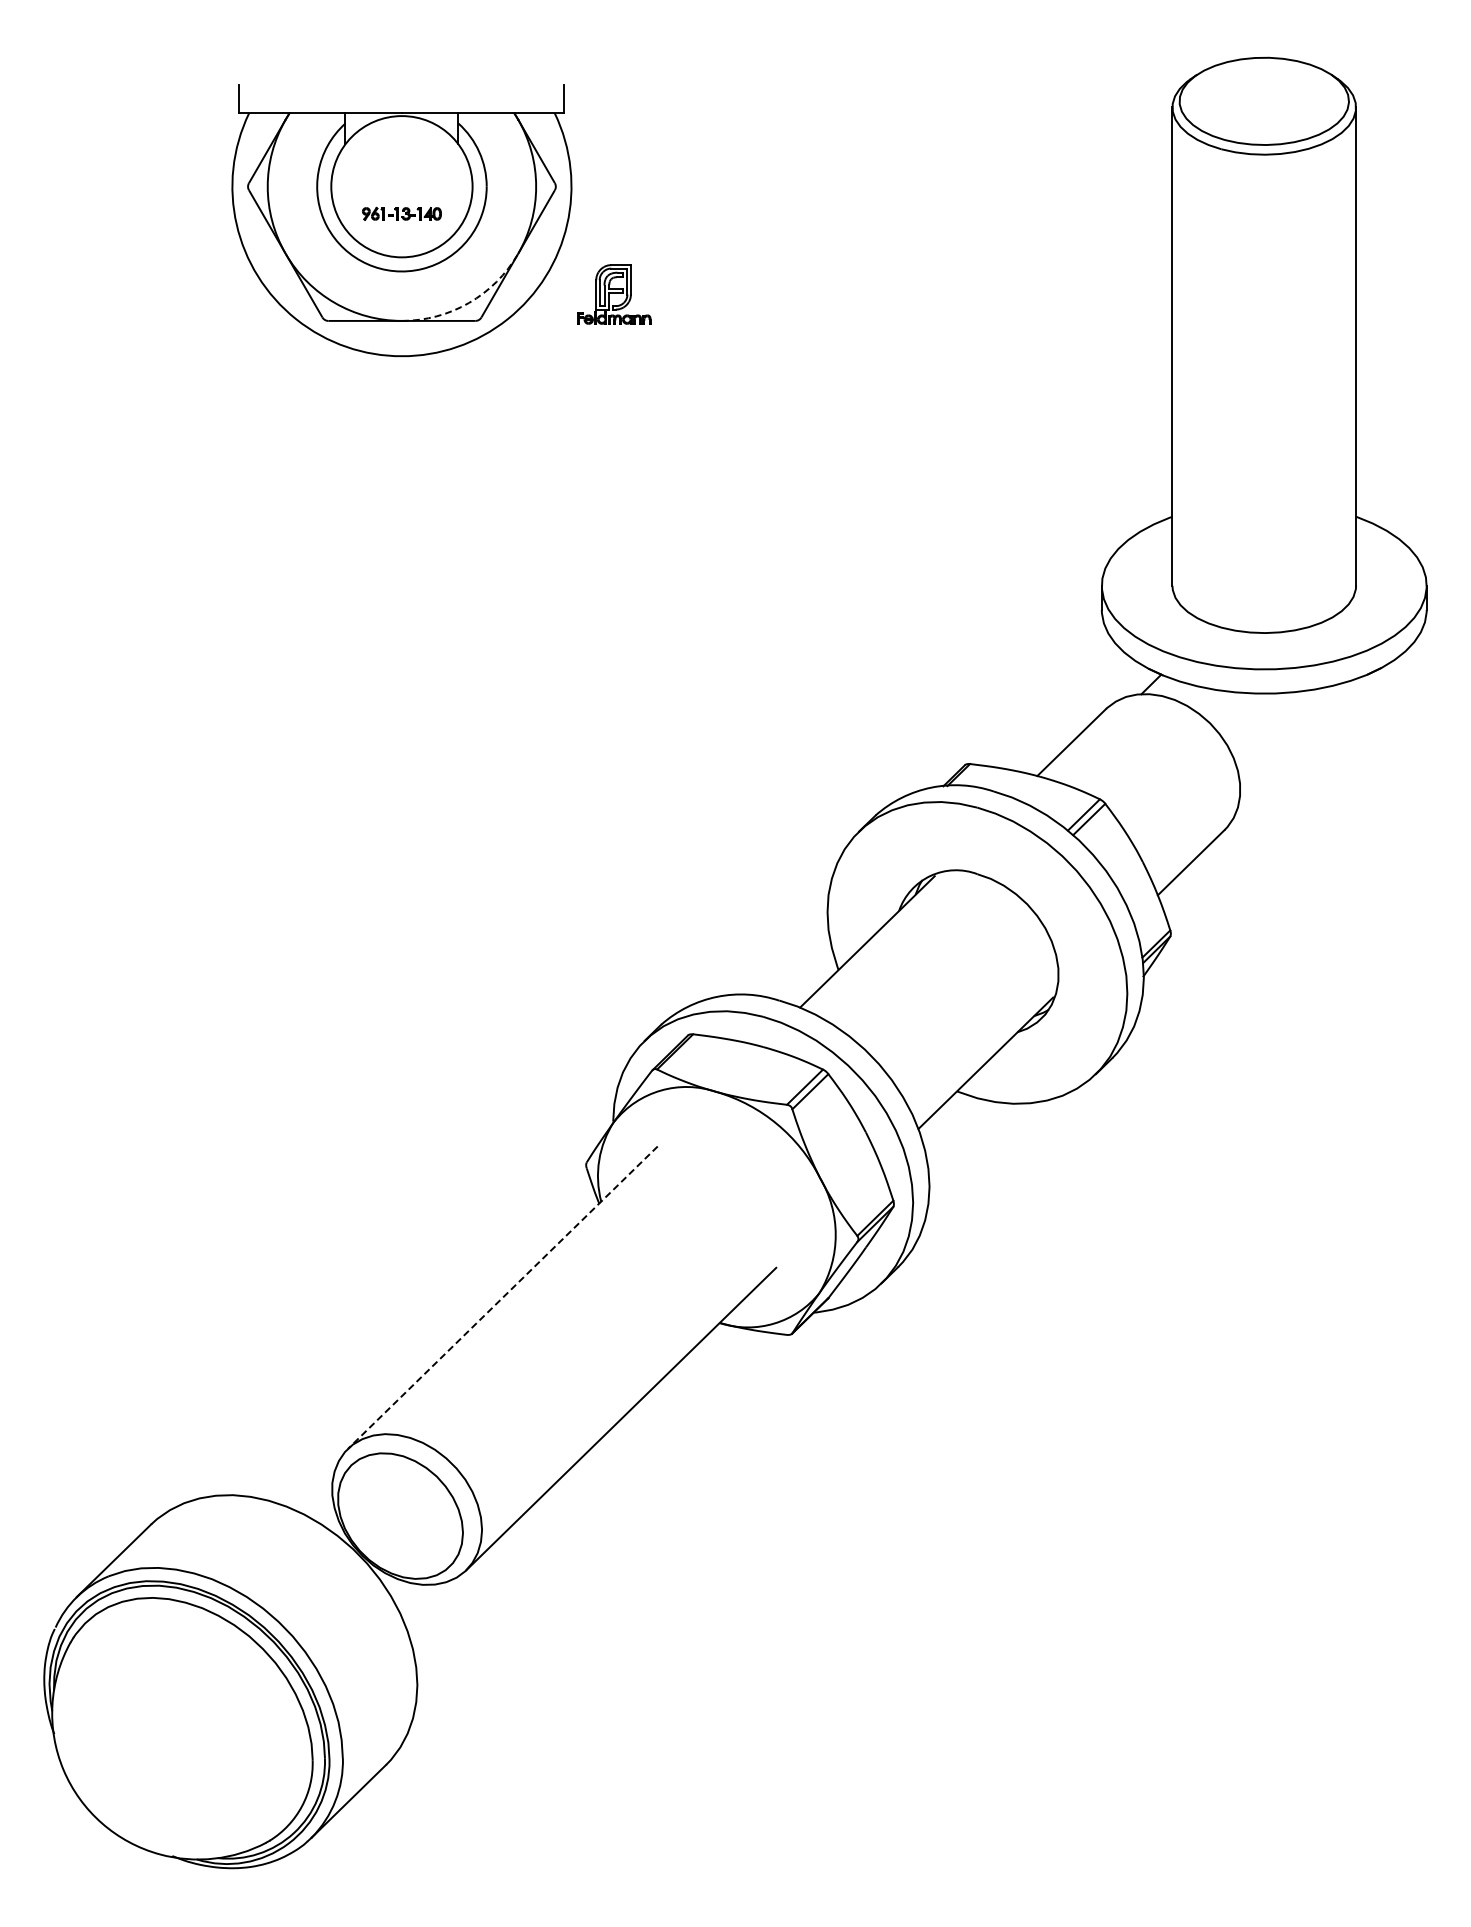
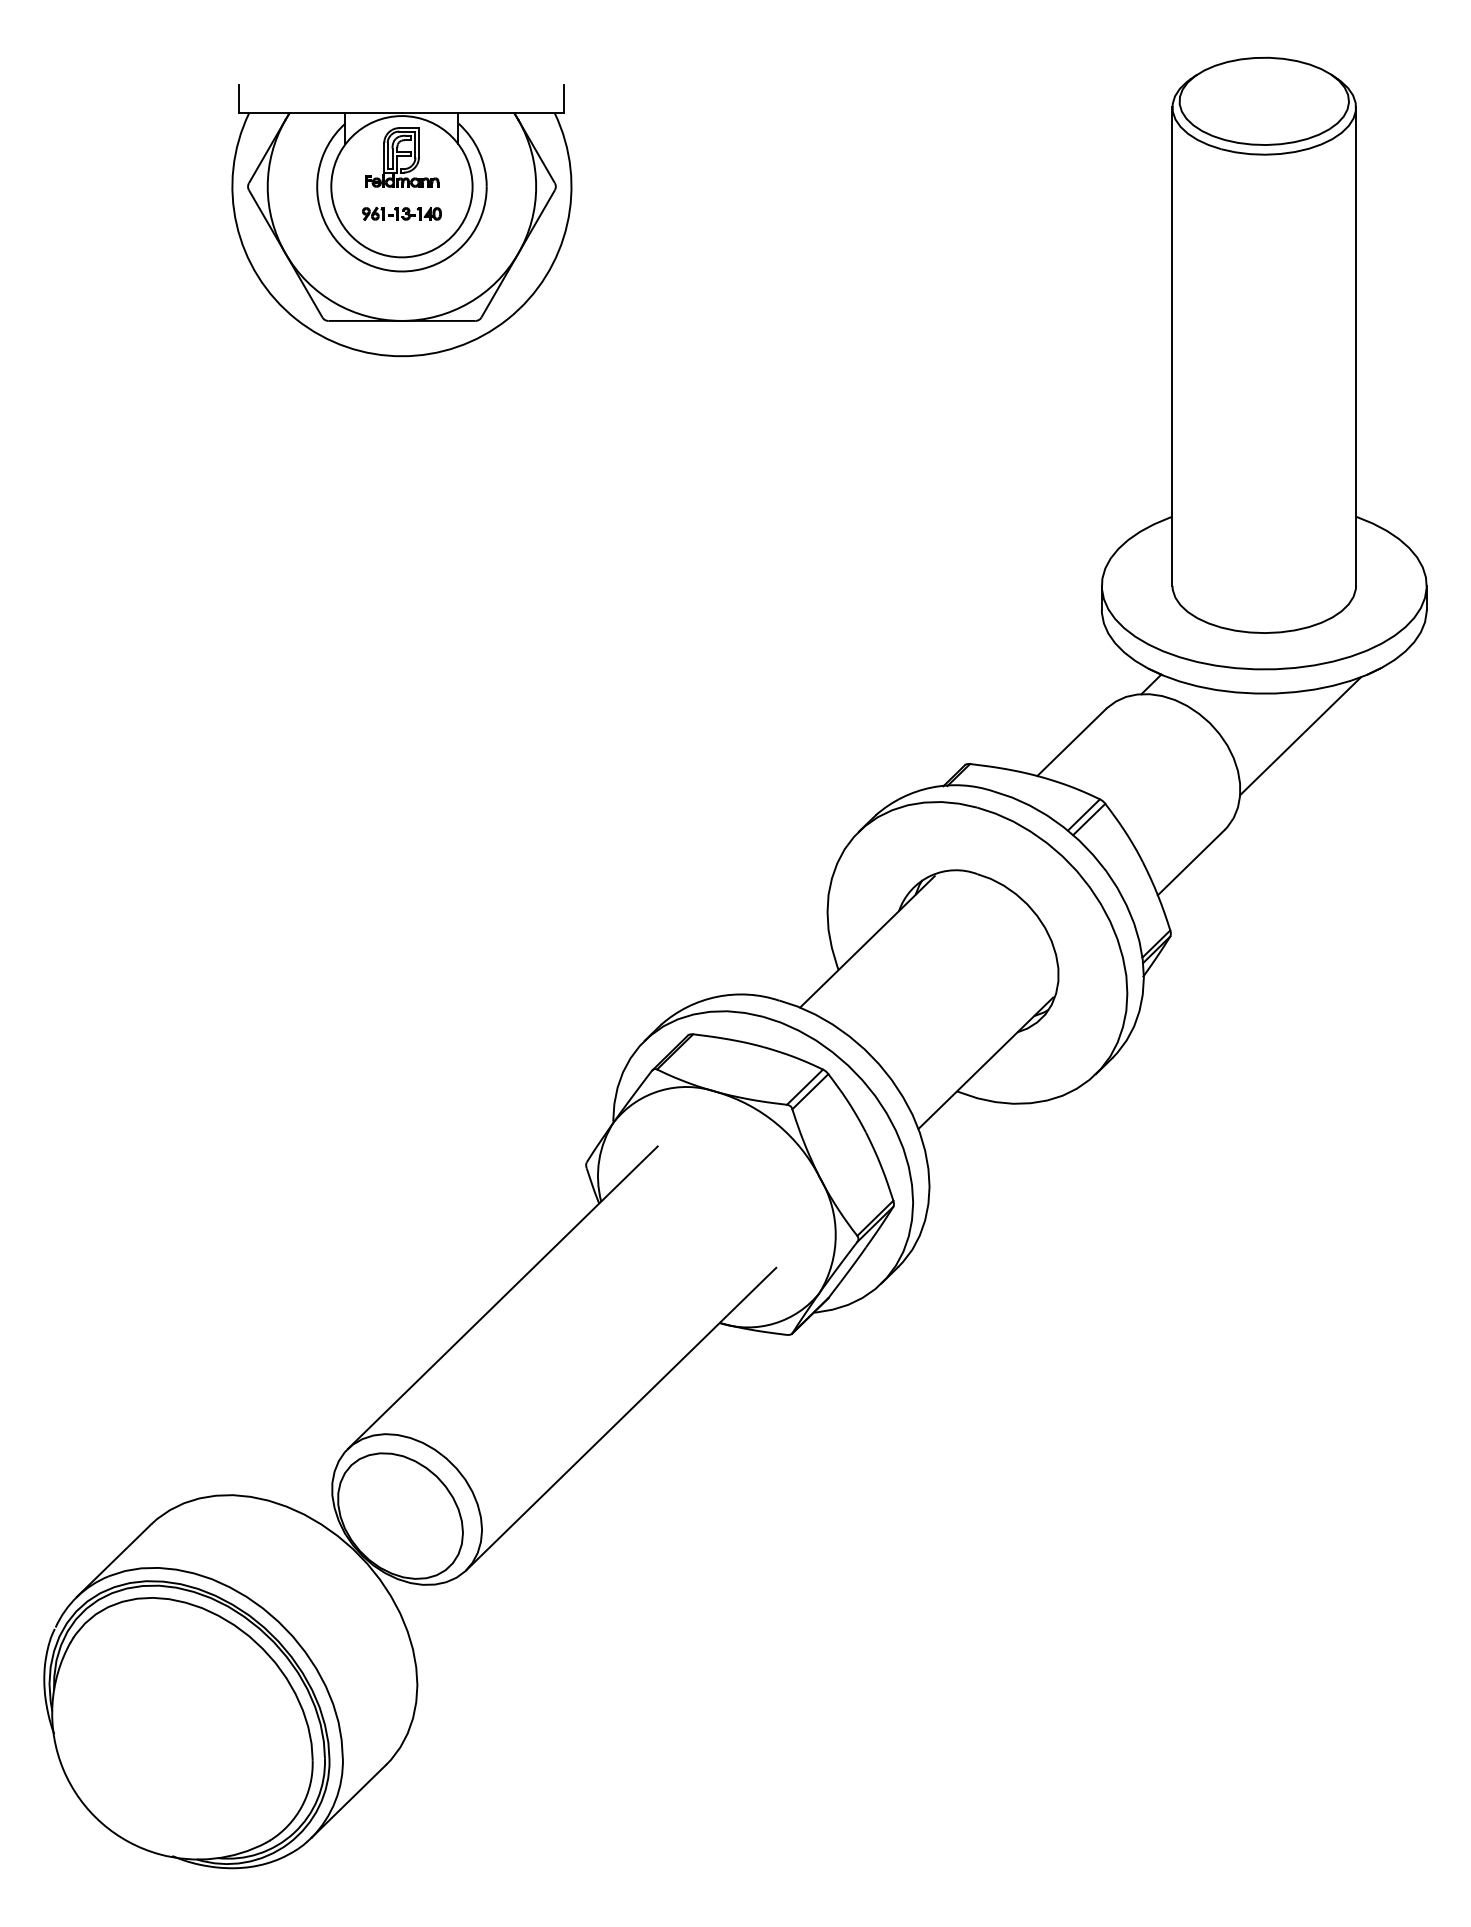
part at (614, 294) position: (614, 294) -> (402, 157)
arc at (469, 302): dashed -> solid
line at (1300, 736): none -> present
line at (502, 1297): dashed -> solid
